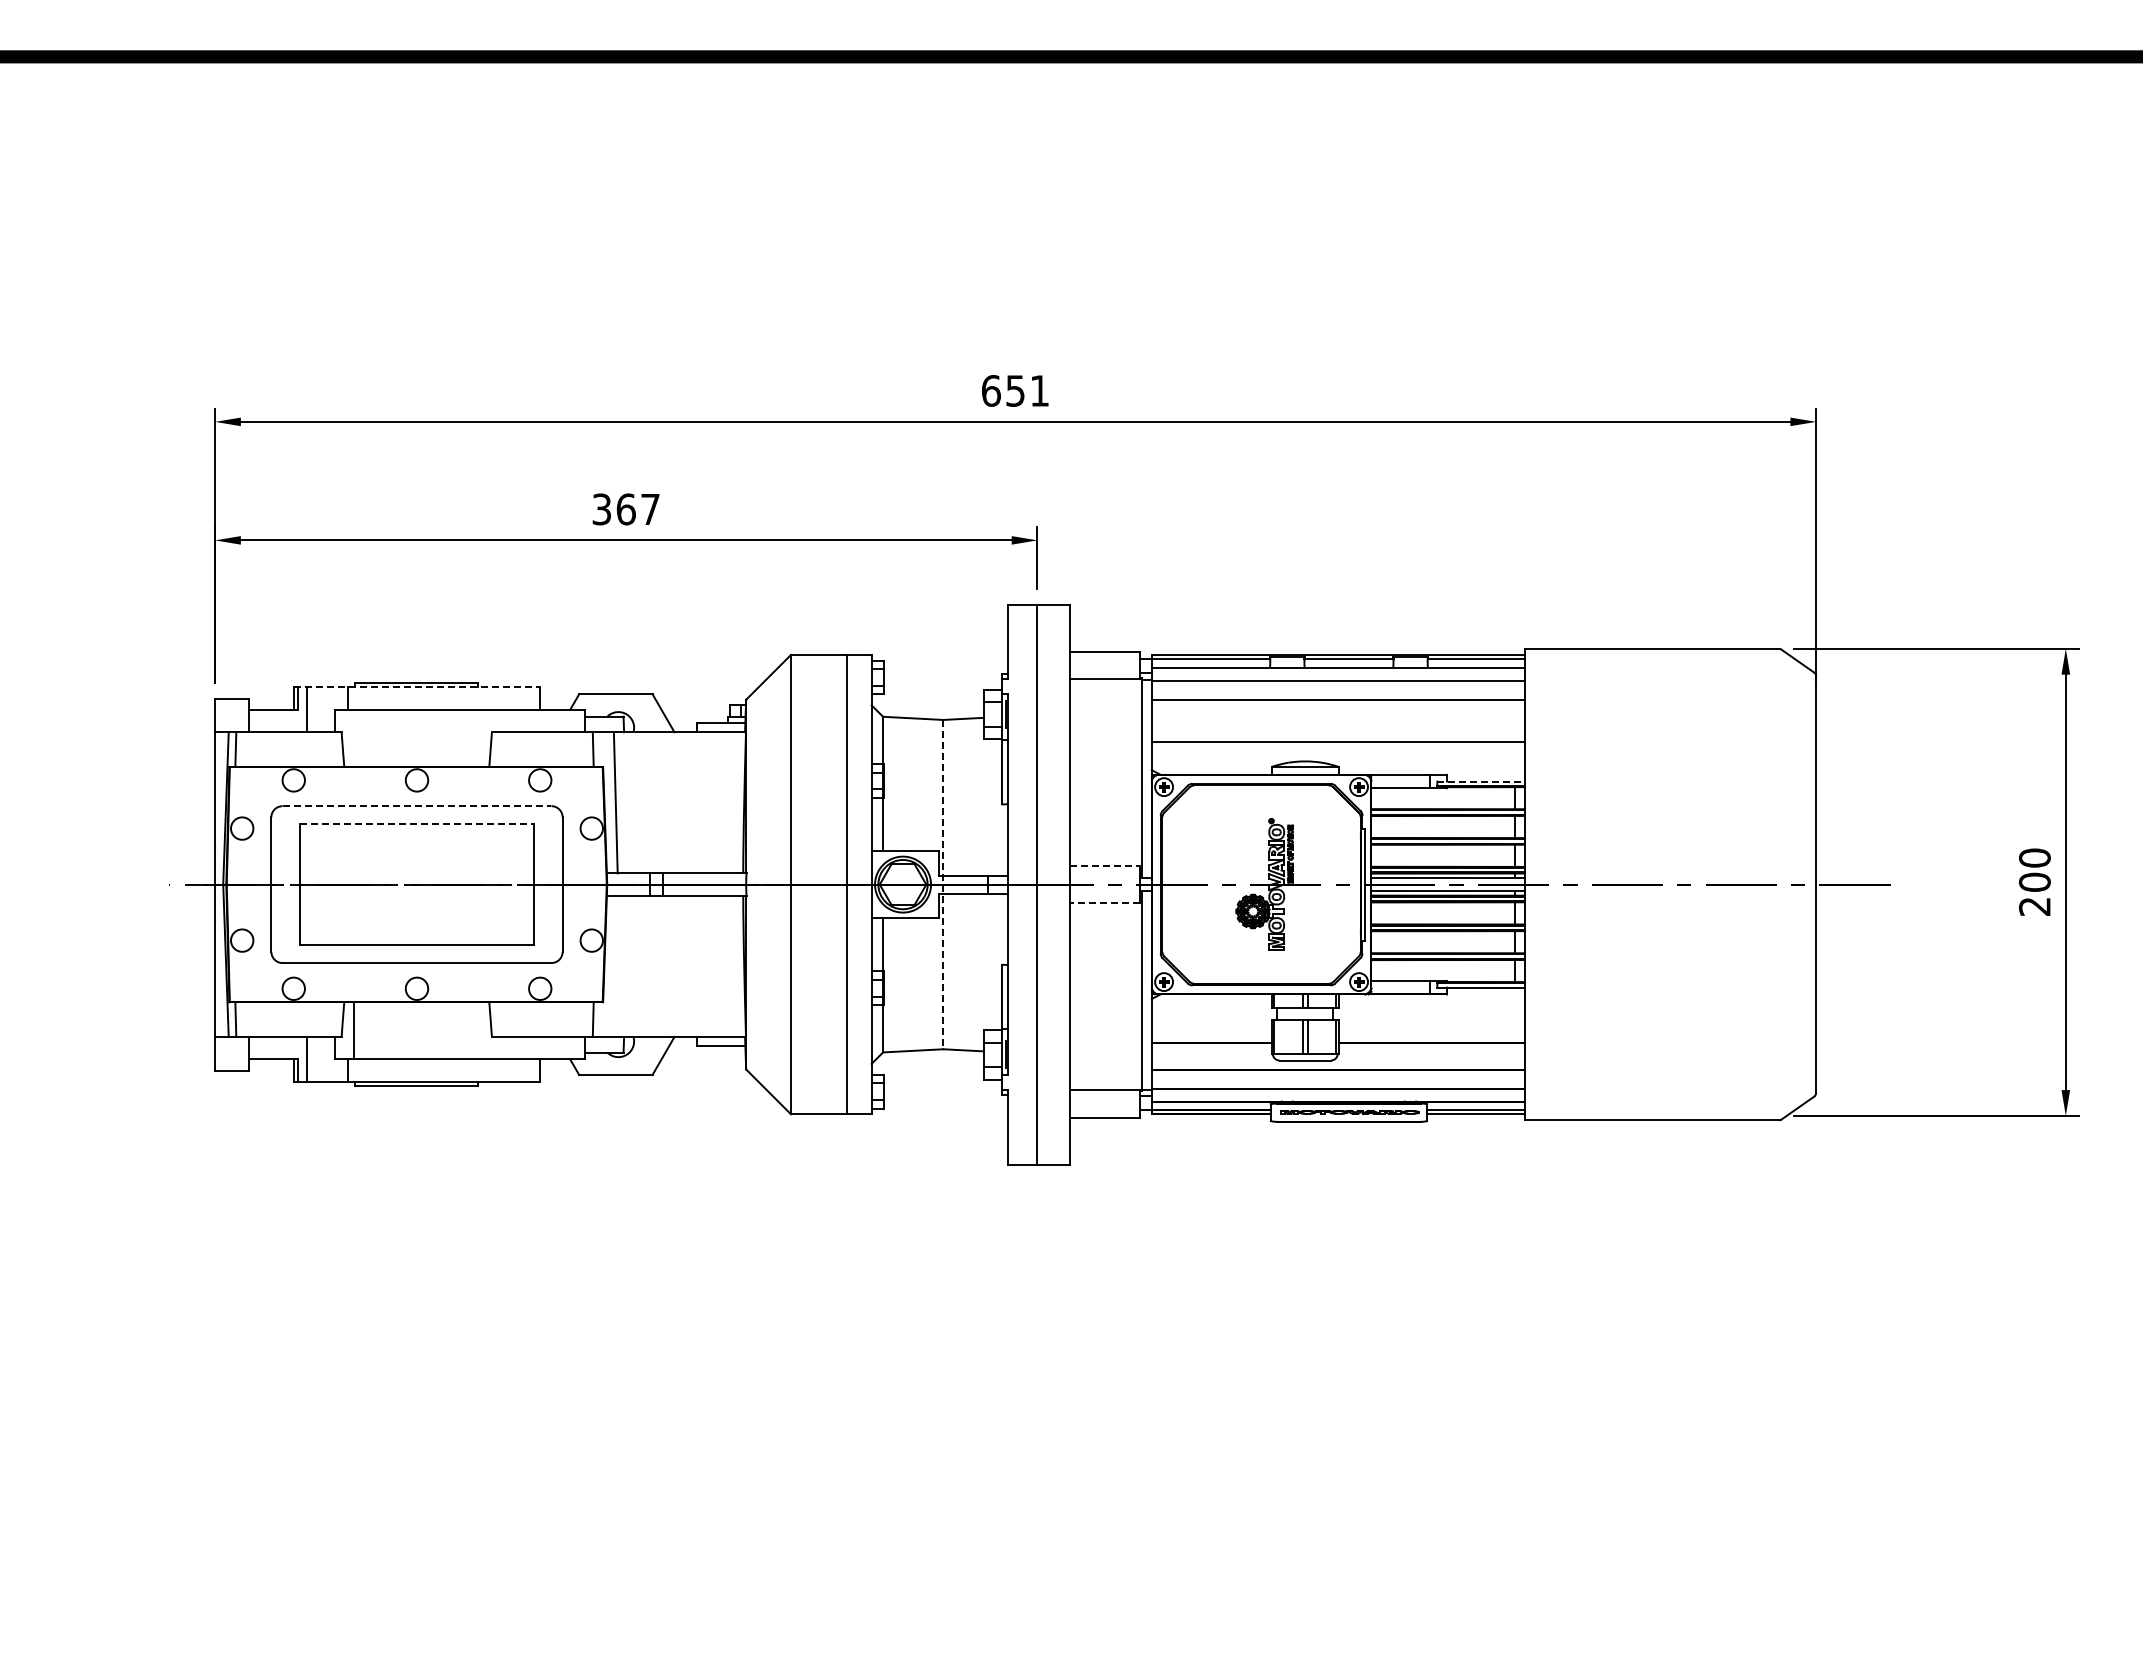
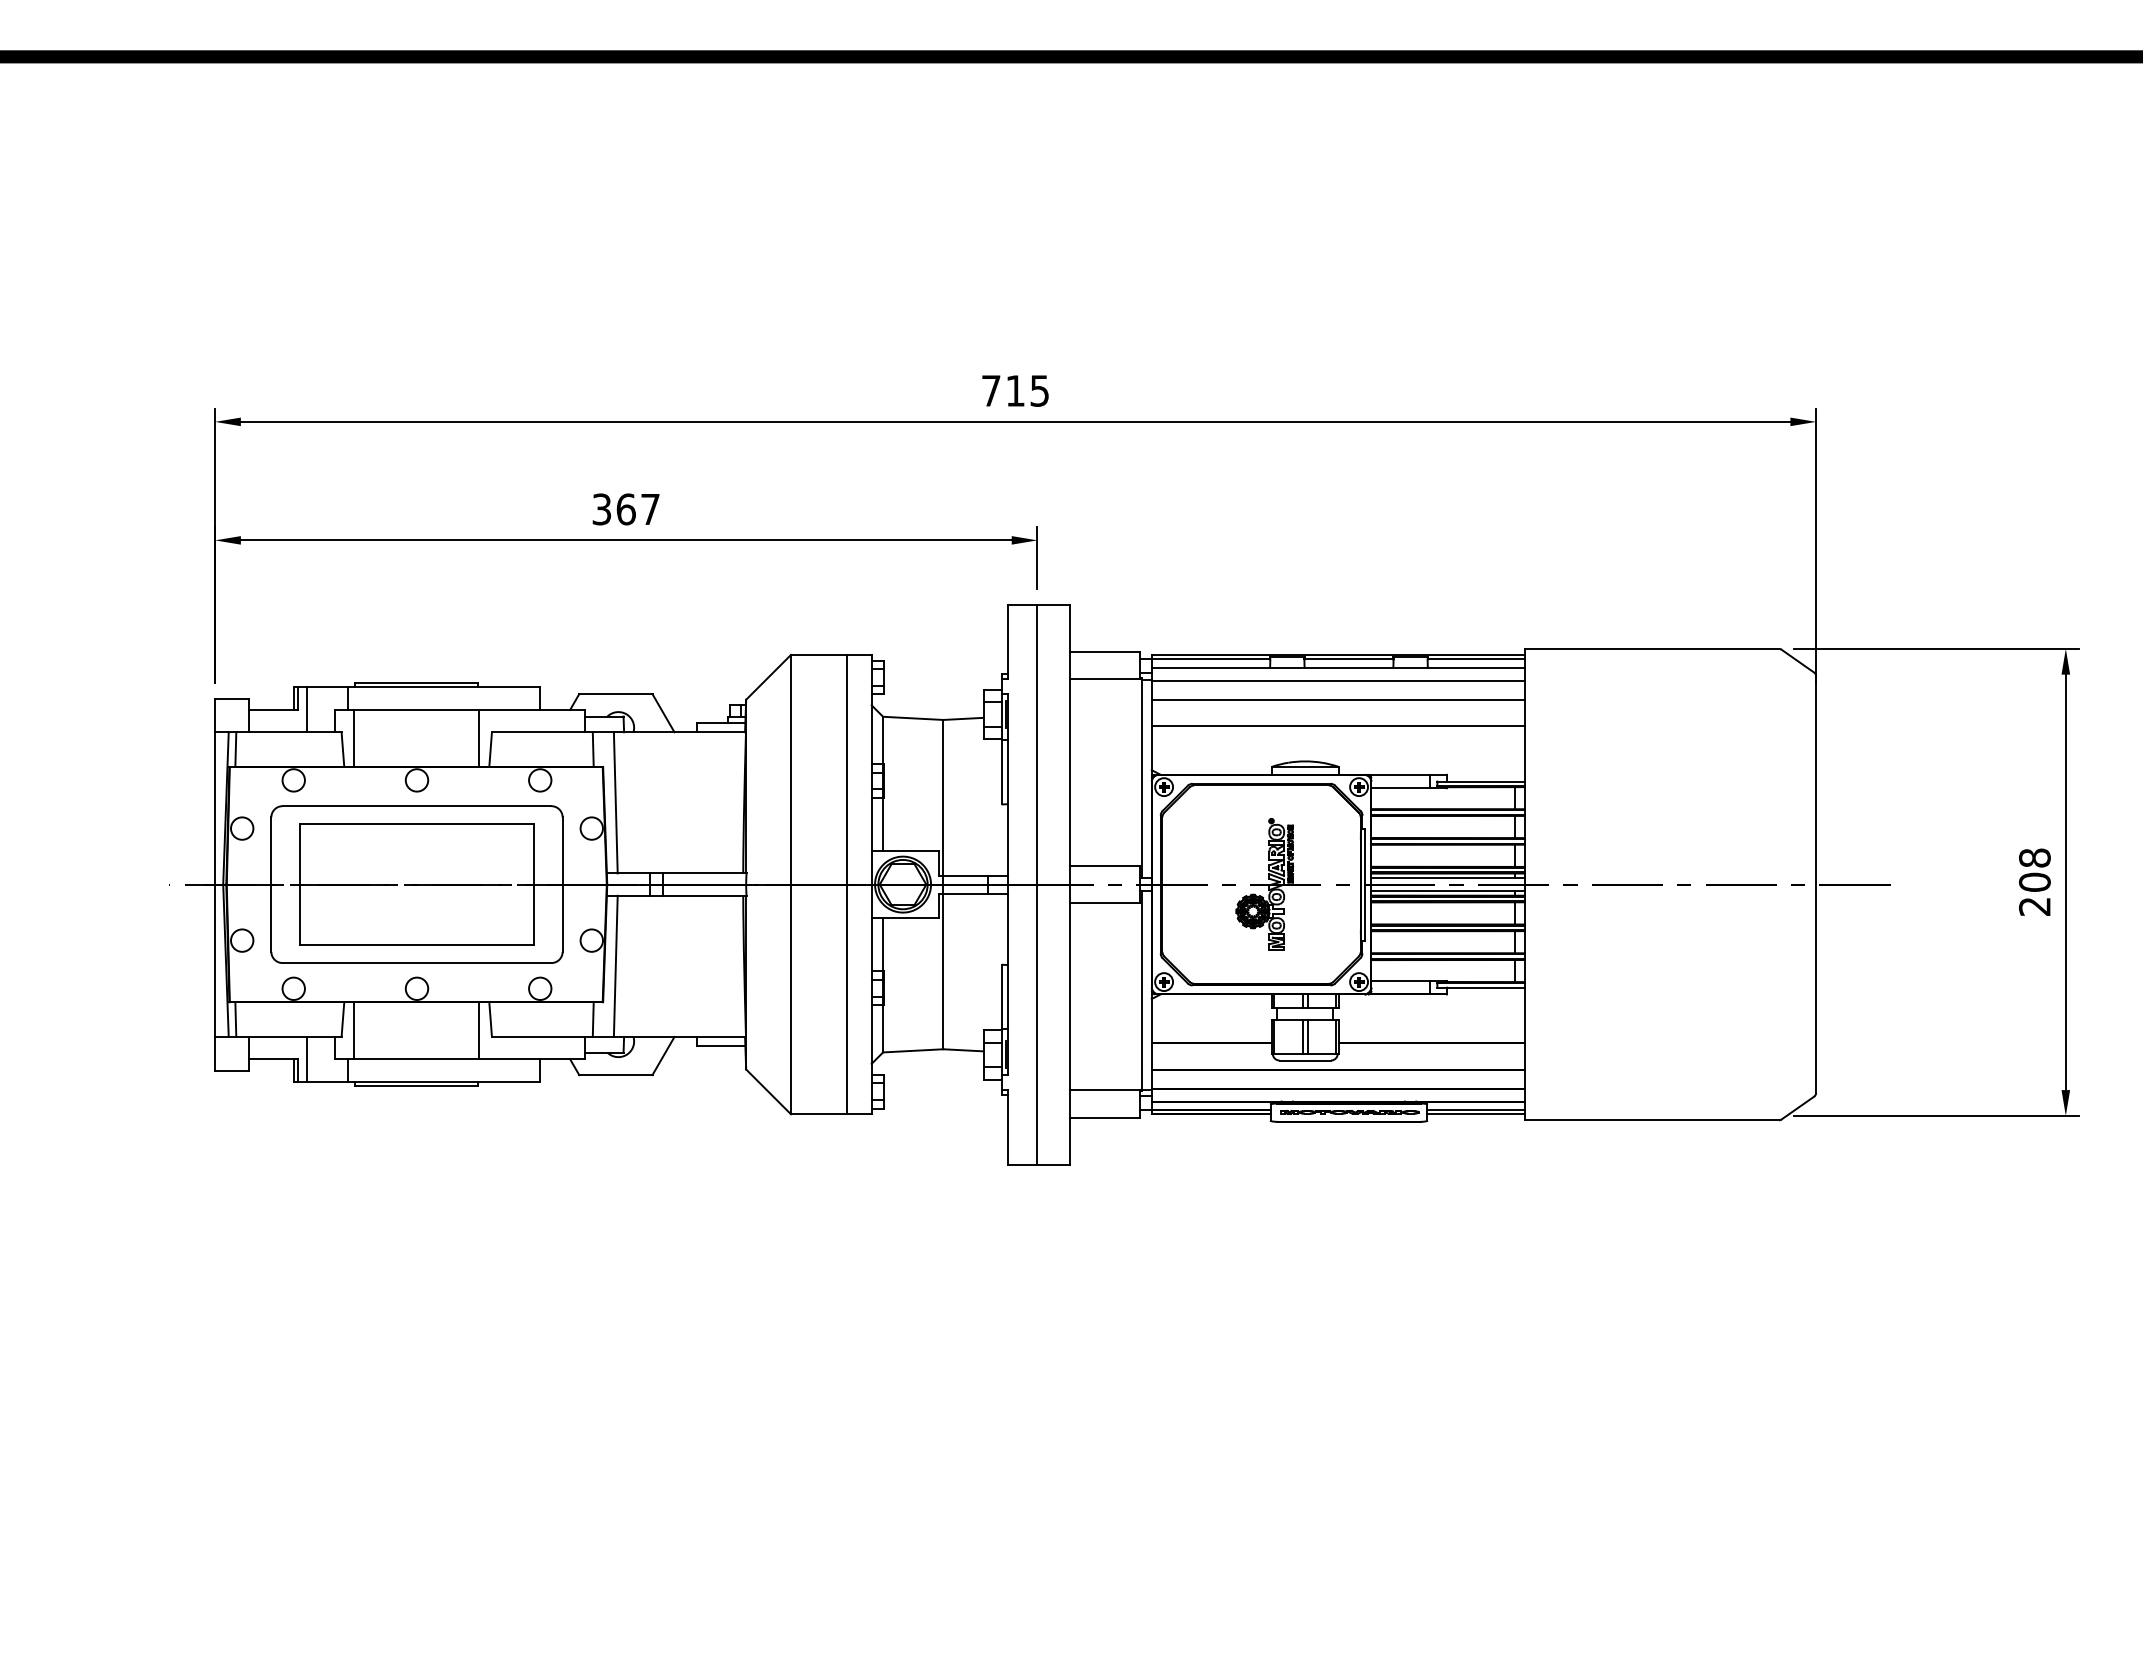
text at (1015, 390): 651 -> 715
line at (417, 687): dashed -> solid
line at (354, 737): none -> present
line at (479, 737): none -> present
line at (1337, 742) position: (1337, 742) -> (1337, 726)
line at (1481, 781): dashed -> solid
line at (417, 806): dashed -> solid
line at (417, 824): dashed -> solid
text at (2034, 857): 200 -> 208
line at (1105, 866): dashed -> solid
line at (943, 884): dashed -> solid
line at (1104, 903): dashed -> solid
line at (615, 965): none -> present
line at (479, 1030): none -> present
